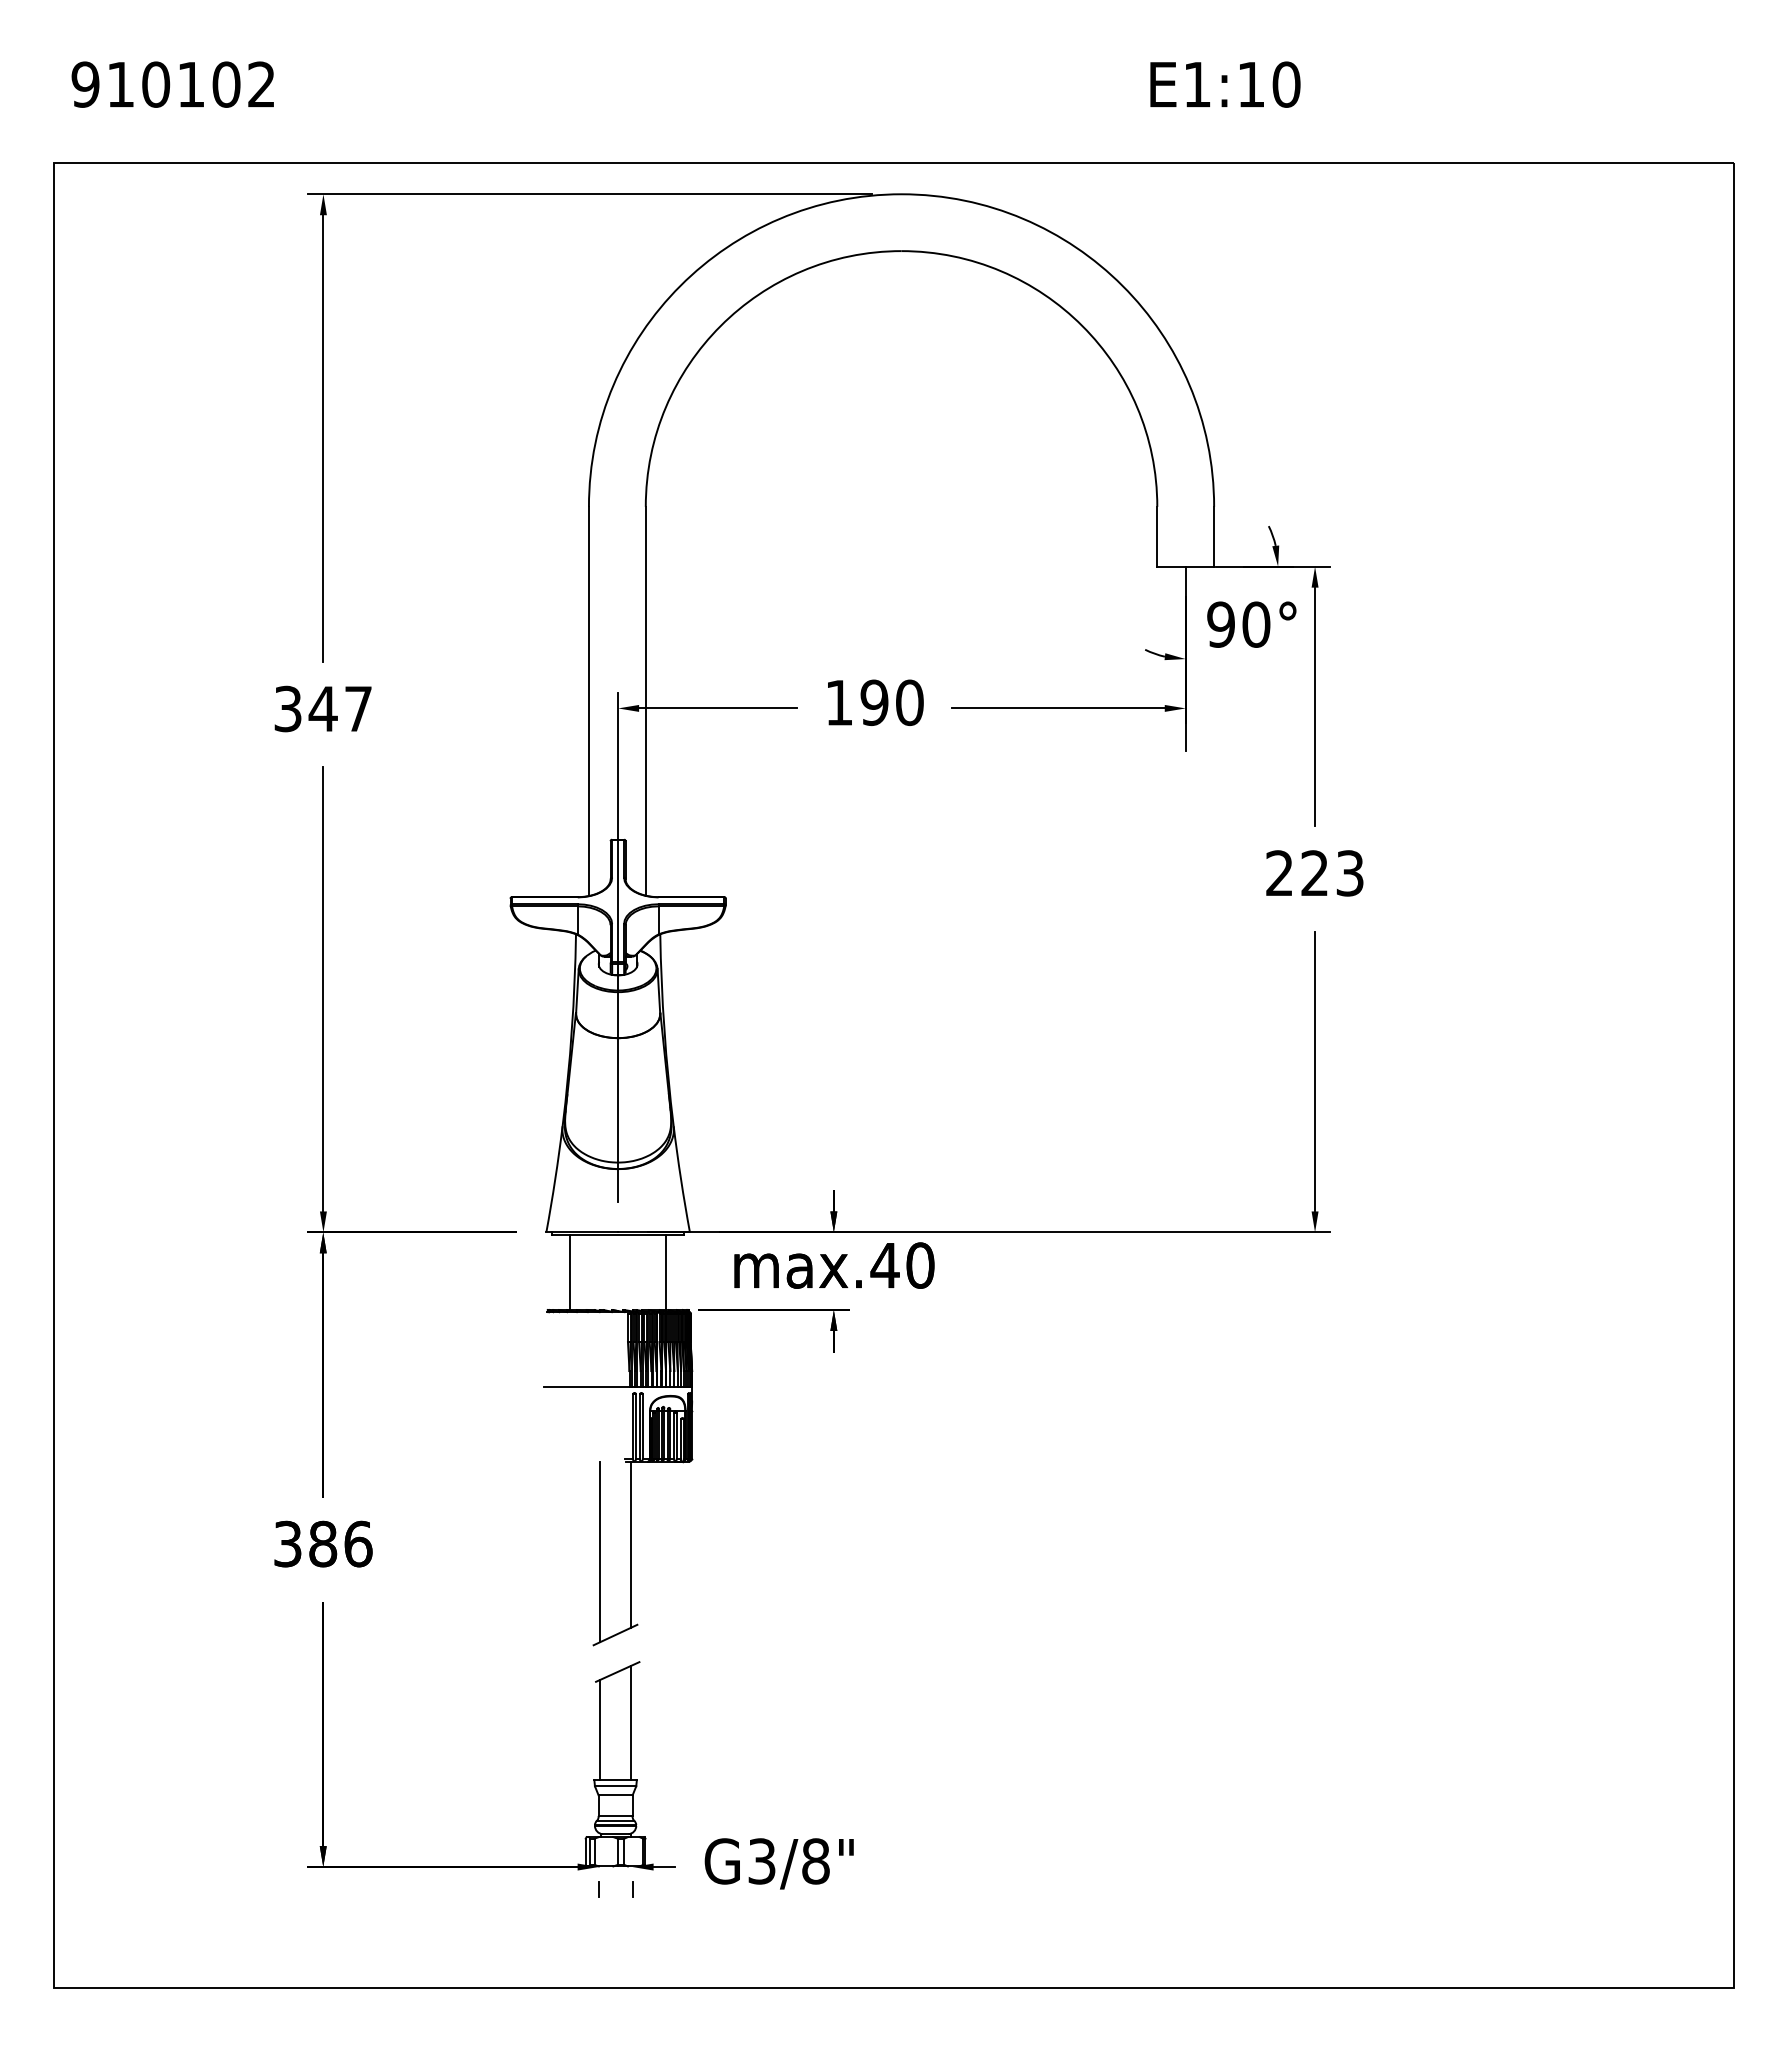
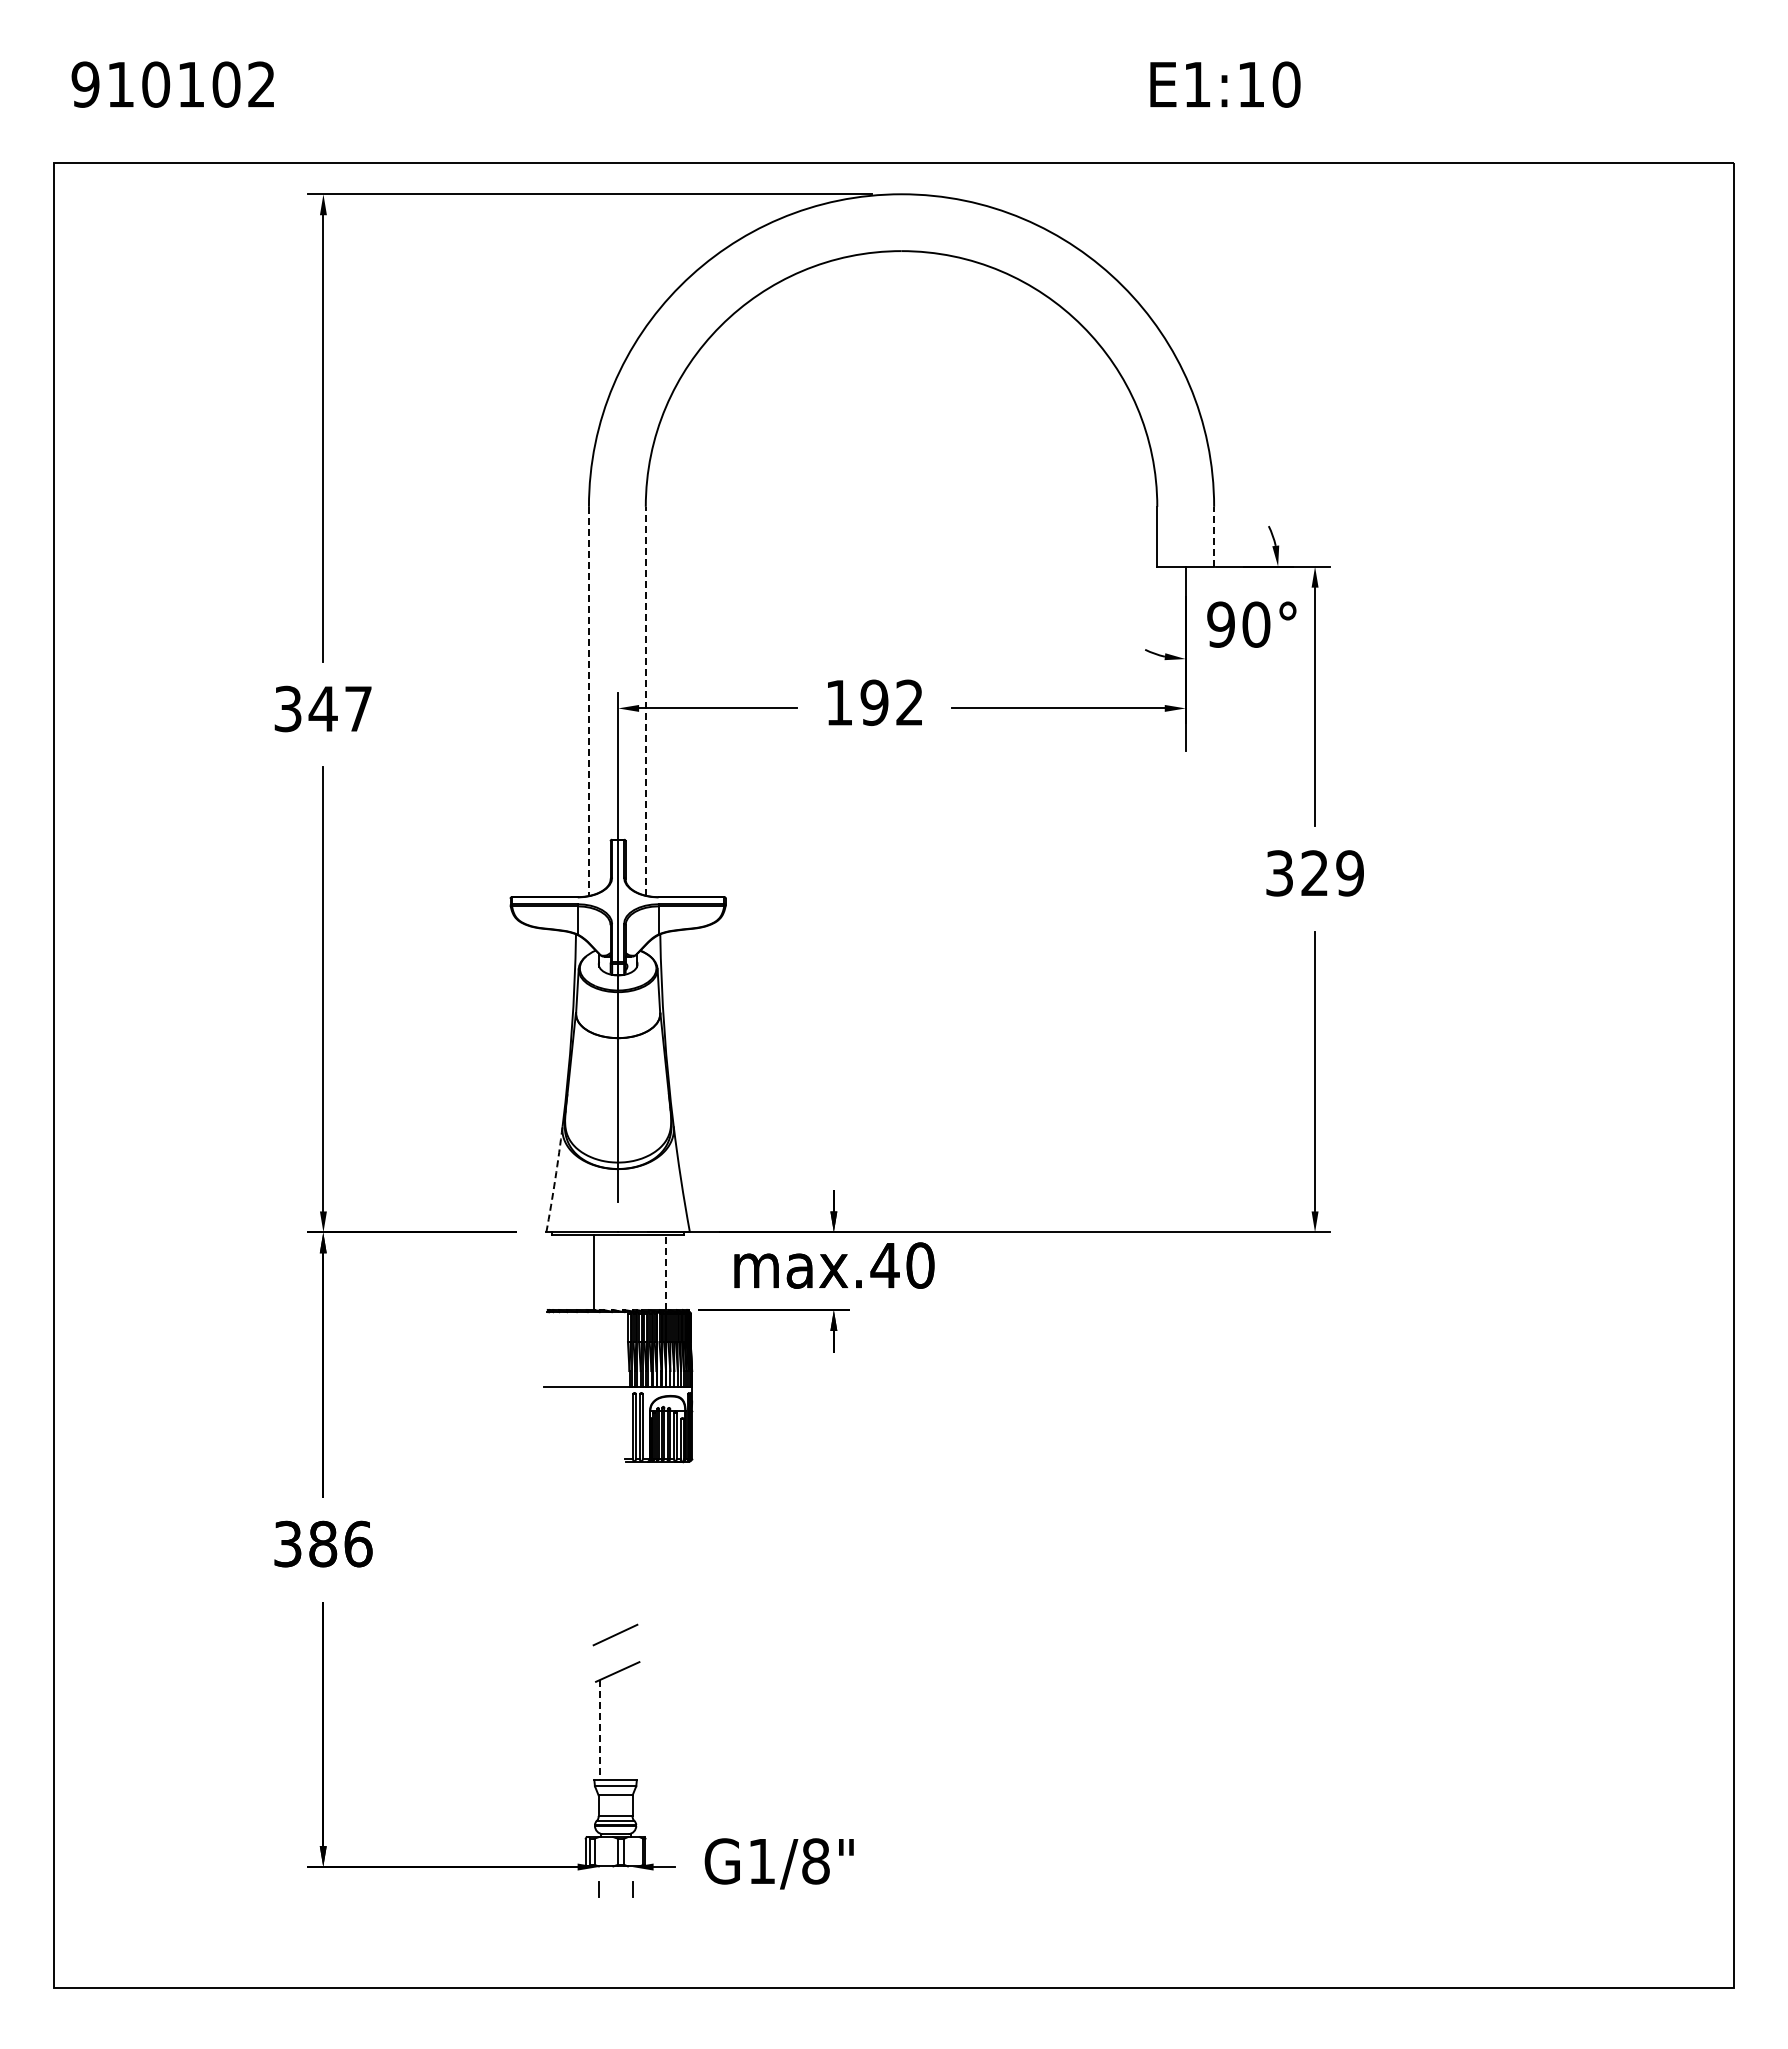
line at (1214, 536): solid -> dashed
line at (645, 700): solid -> dashed
line at (588, 701): solid -> dashed
text at (909, 702): 190 -> 192
text at (1314, 873): 223 -> 329
arc at (555, 1179): solid -> dashed
line at (570, 1272) position: (570, 1272) -> (594, 1272)
line at (666, 1272): solid -> dashed
line at (631, 1544): present -> none
line at (600, 1551): present -> none
line at (631, 1722): present -> none
line at (600, 1730): solid -> dashed
text at (761, 1861): G3/8" -> G1/8"
